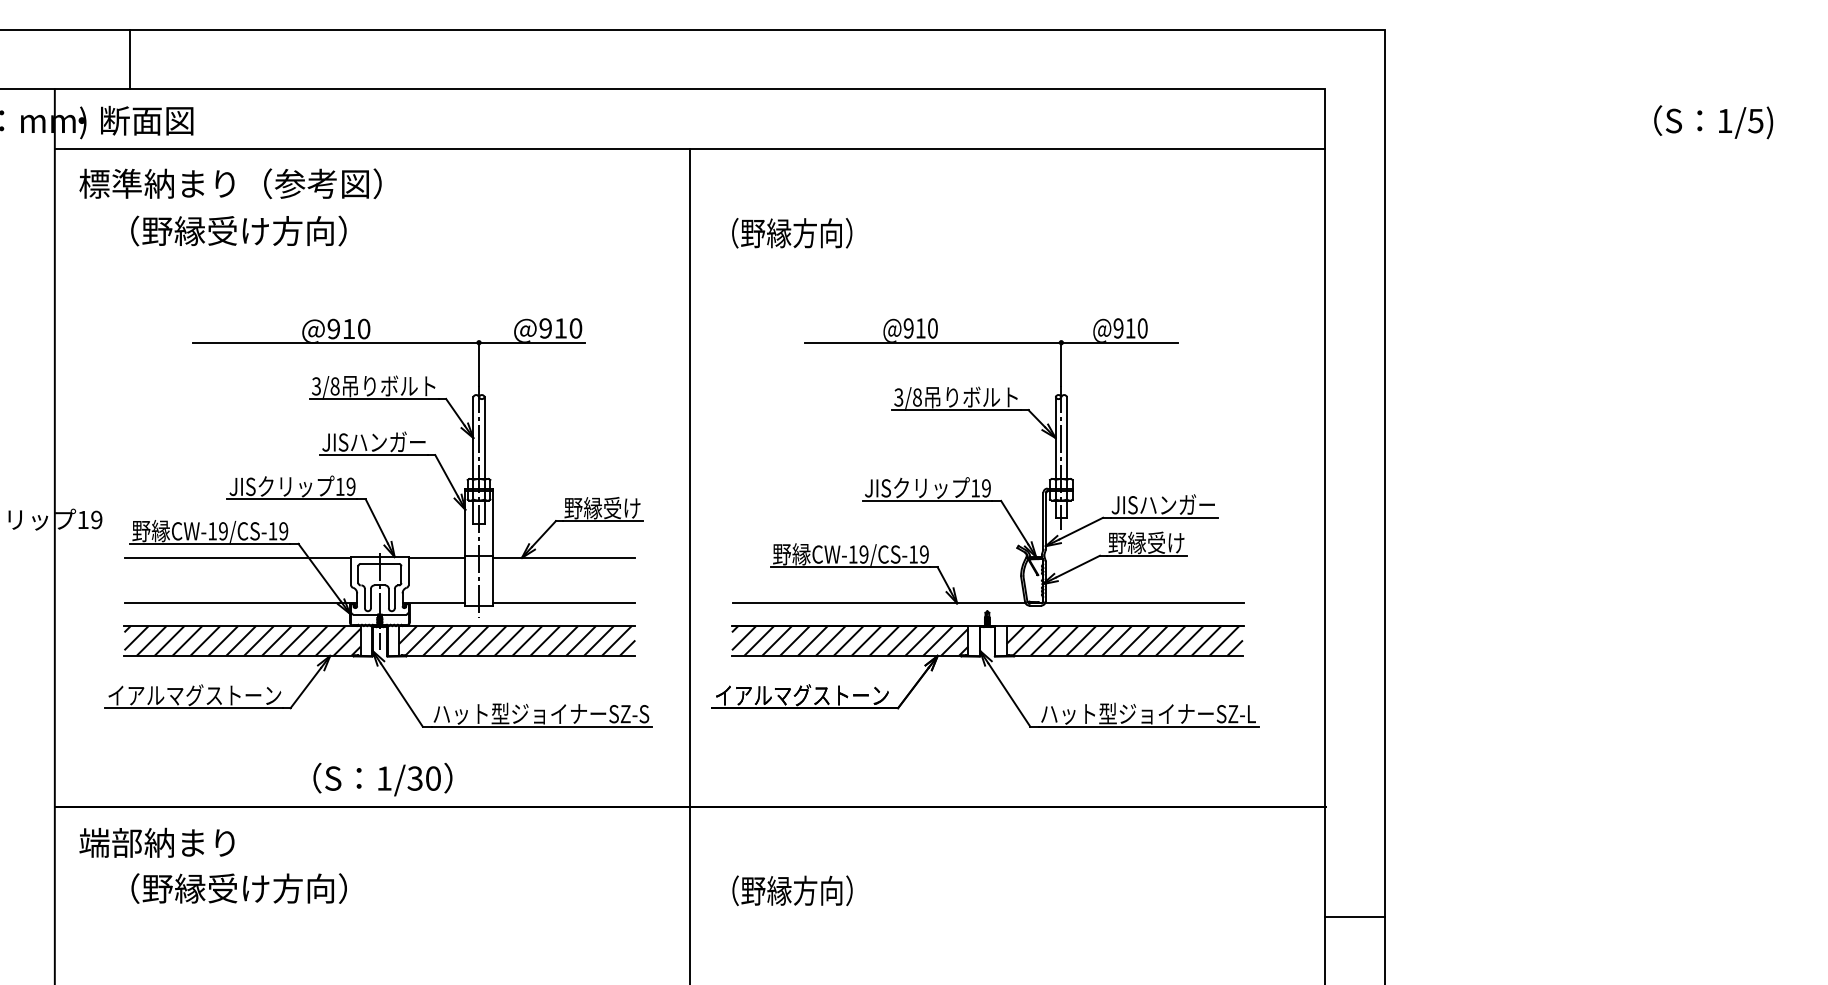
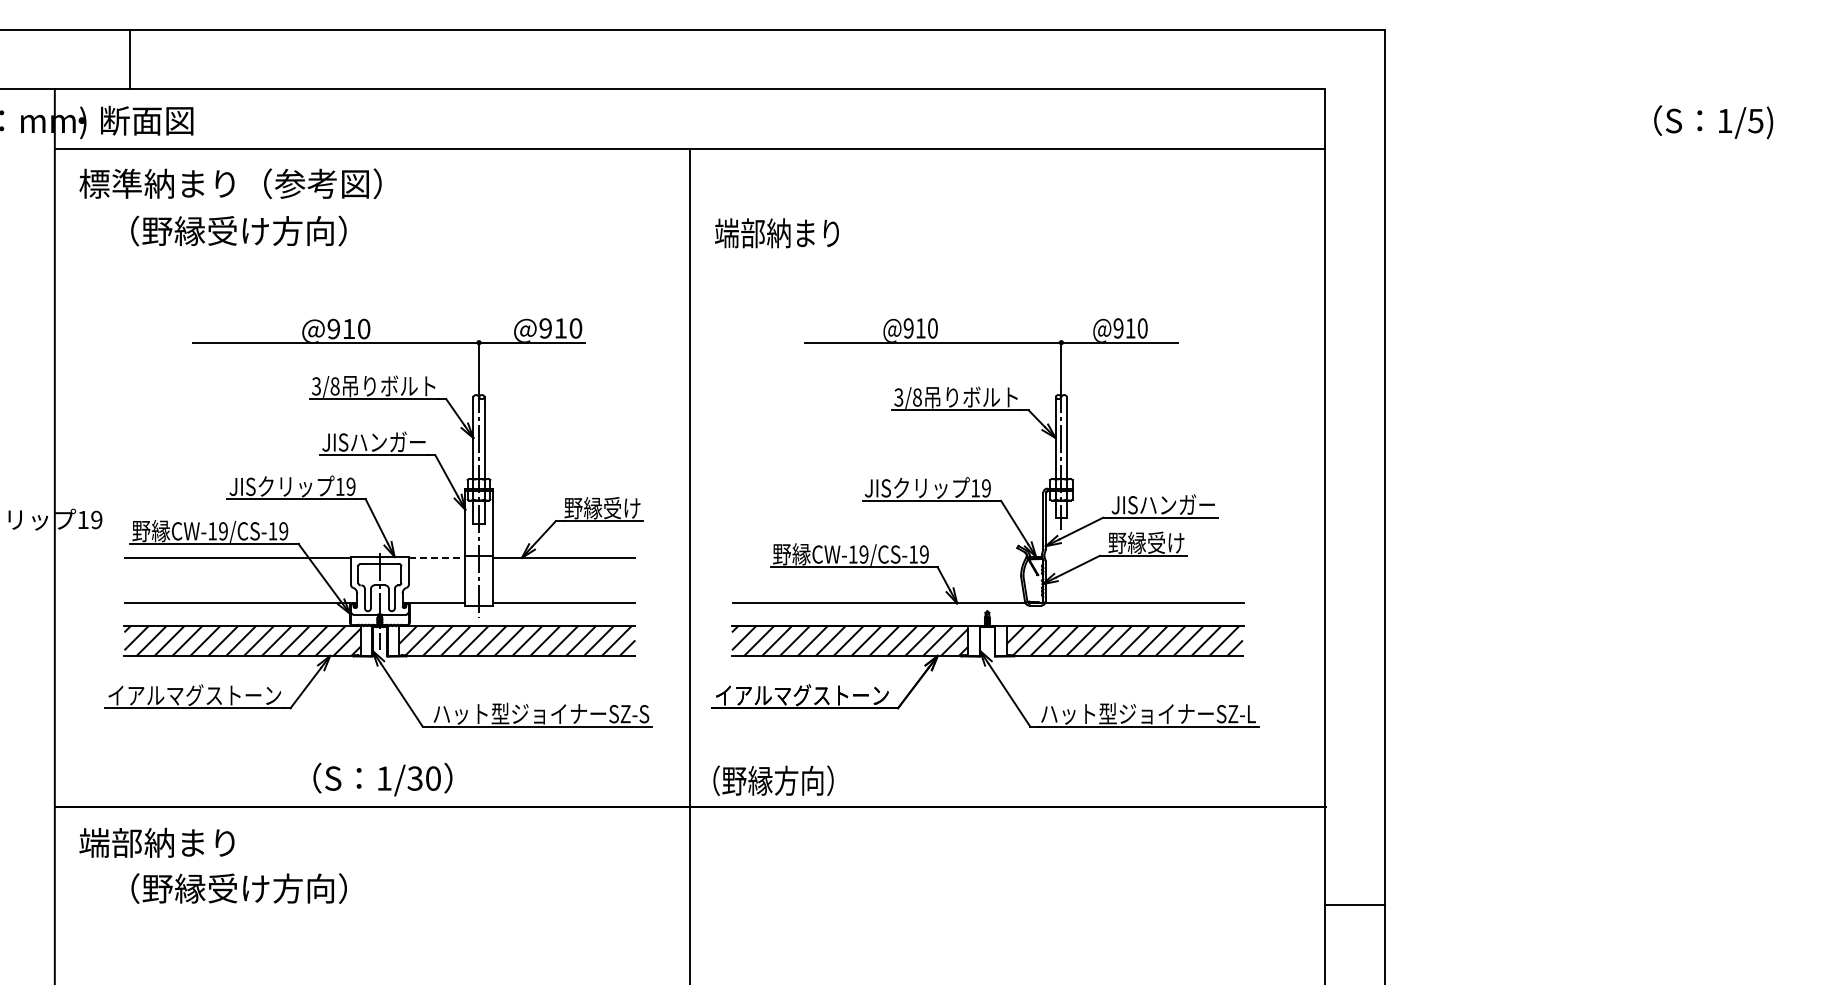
text at (783, 233): （野縁方向） -> 端部納まり
line at (437, 557): solid -> dashed
text at (792, 890) position: (792, 890) -> (773, 780)
line at (1354, 917) position: (1354, 917) -> (1354, 905)
